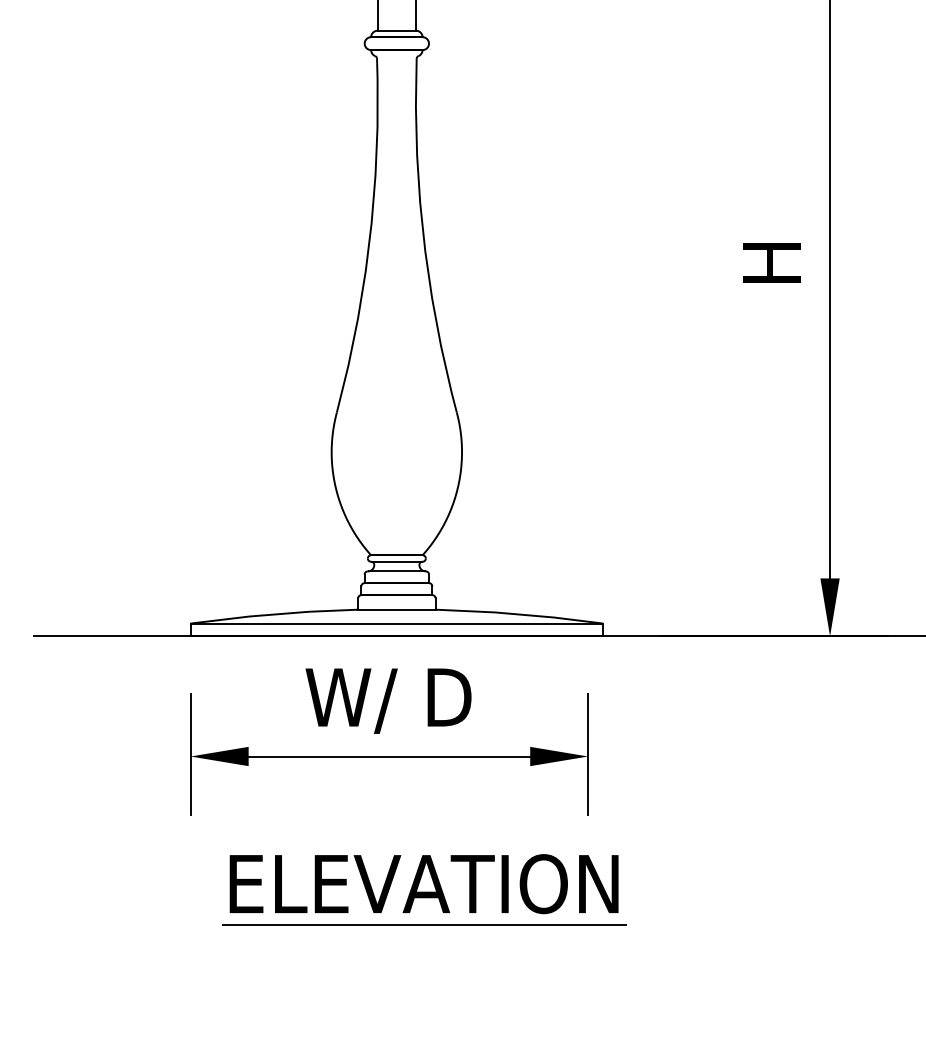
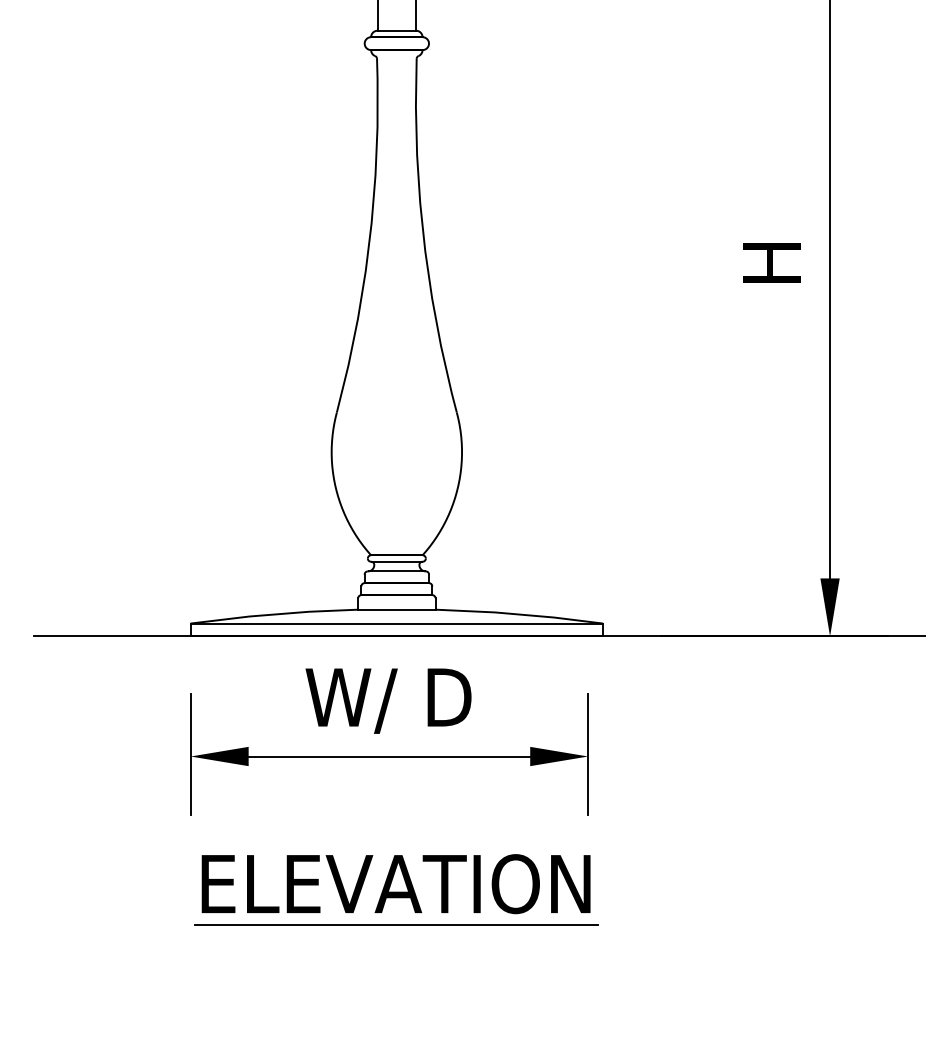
part at (424, 889) position: (424, 889) -> (396, 889)
